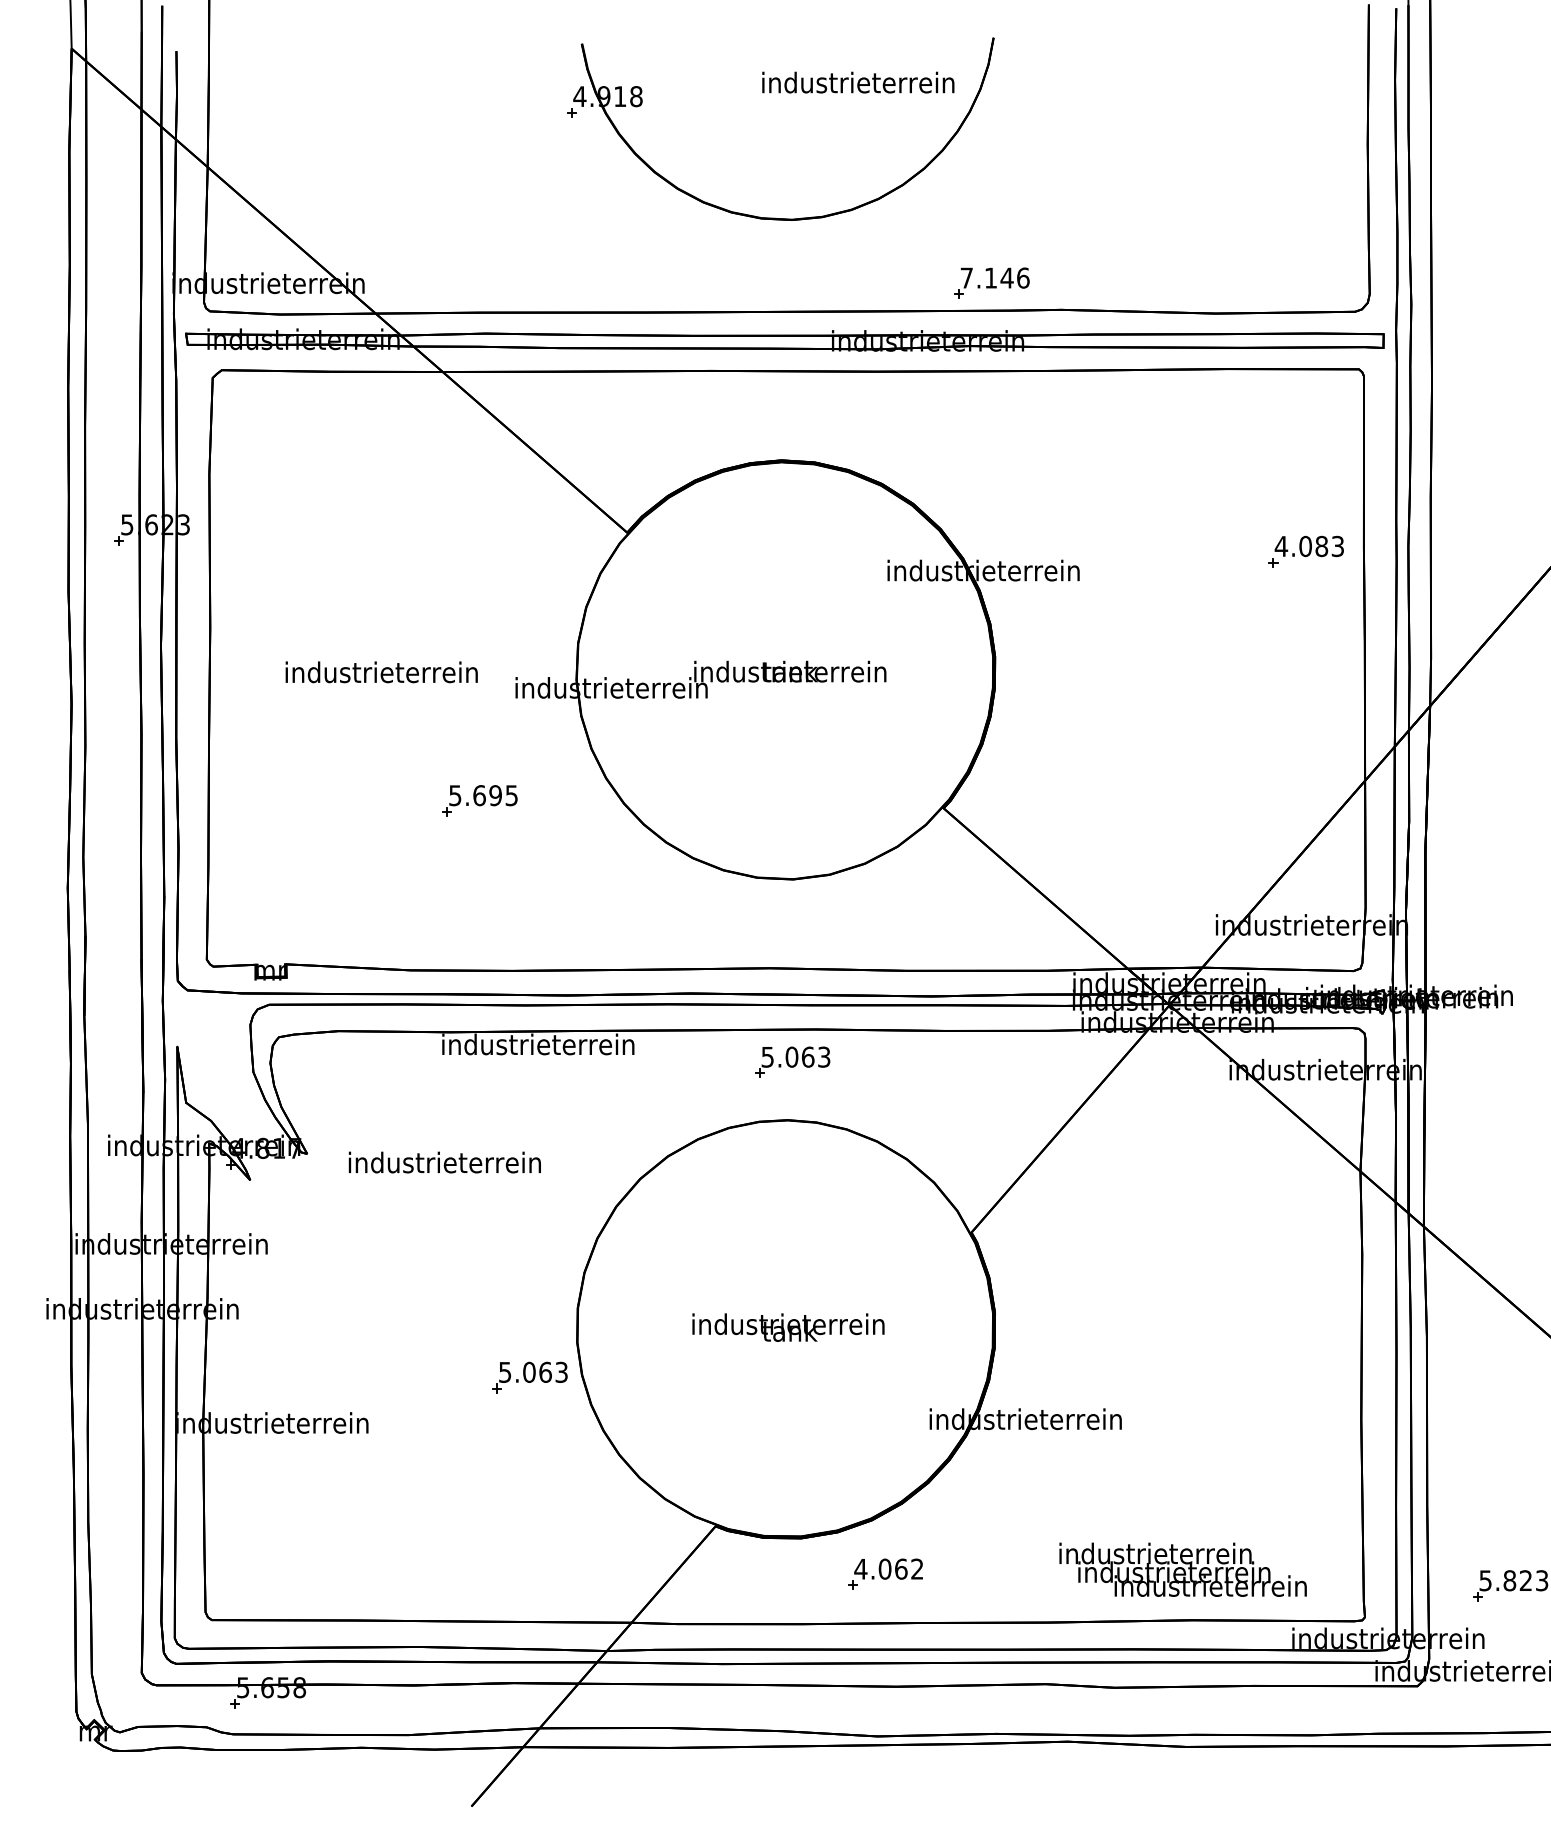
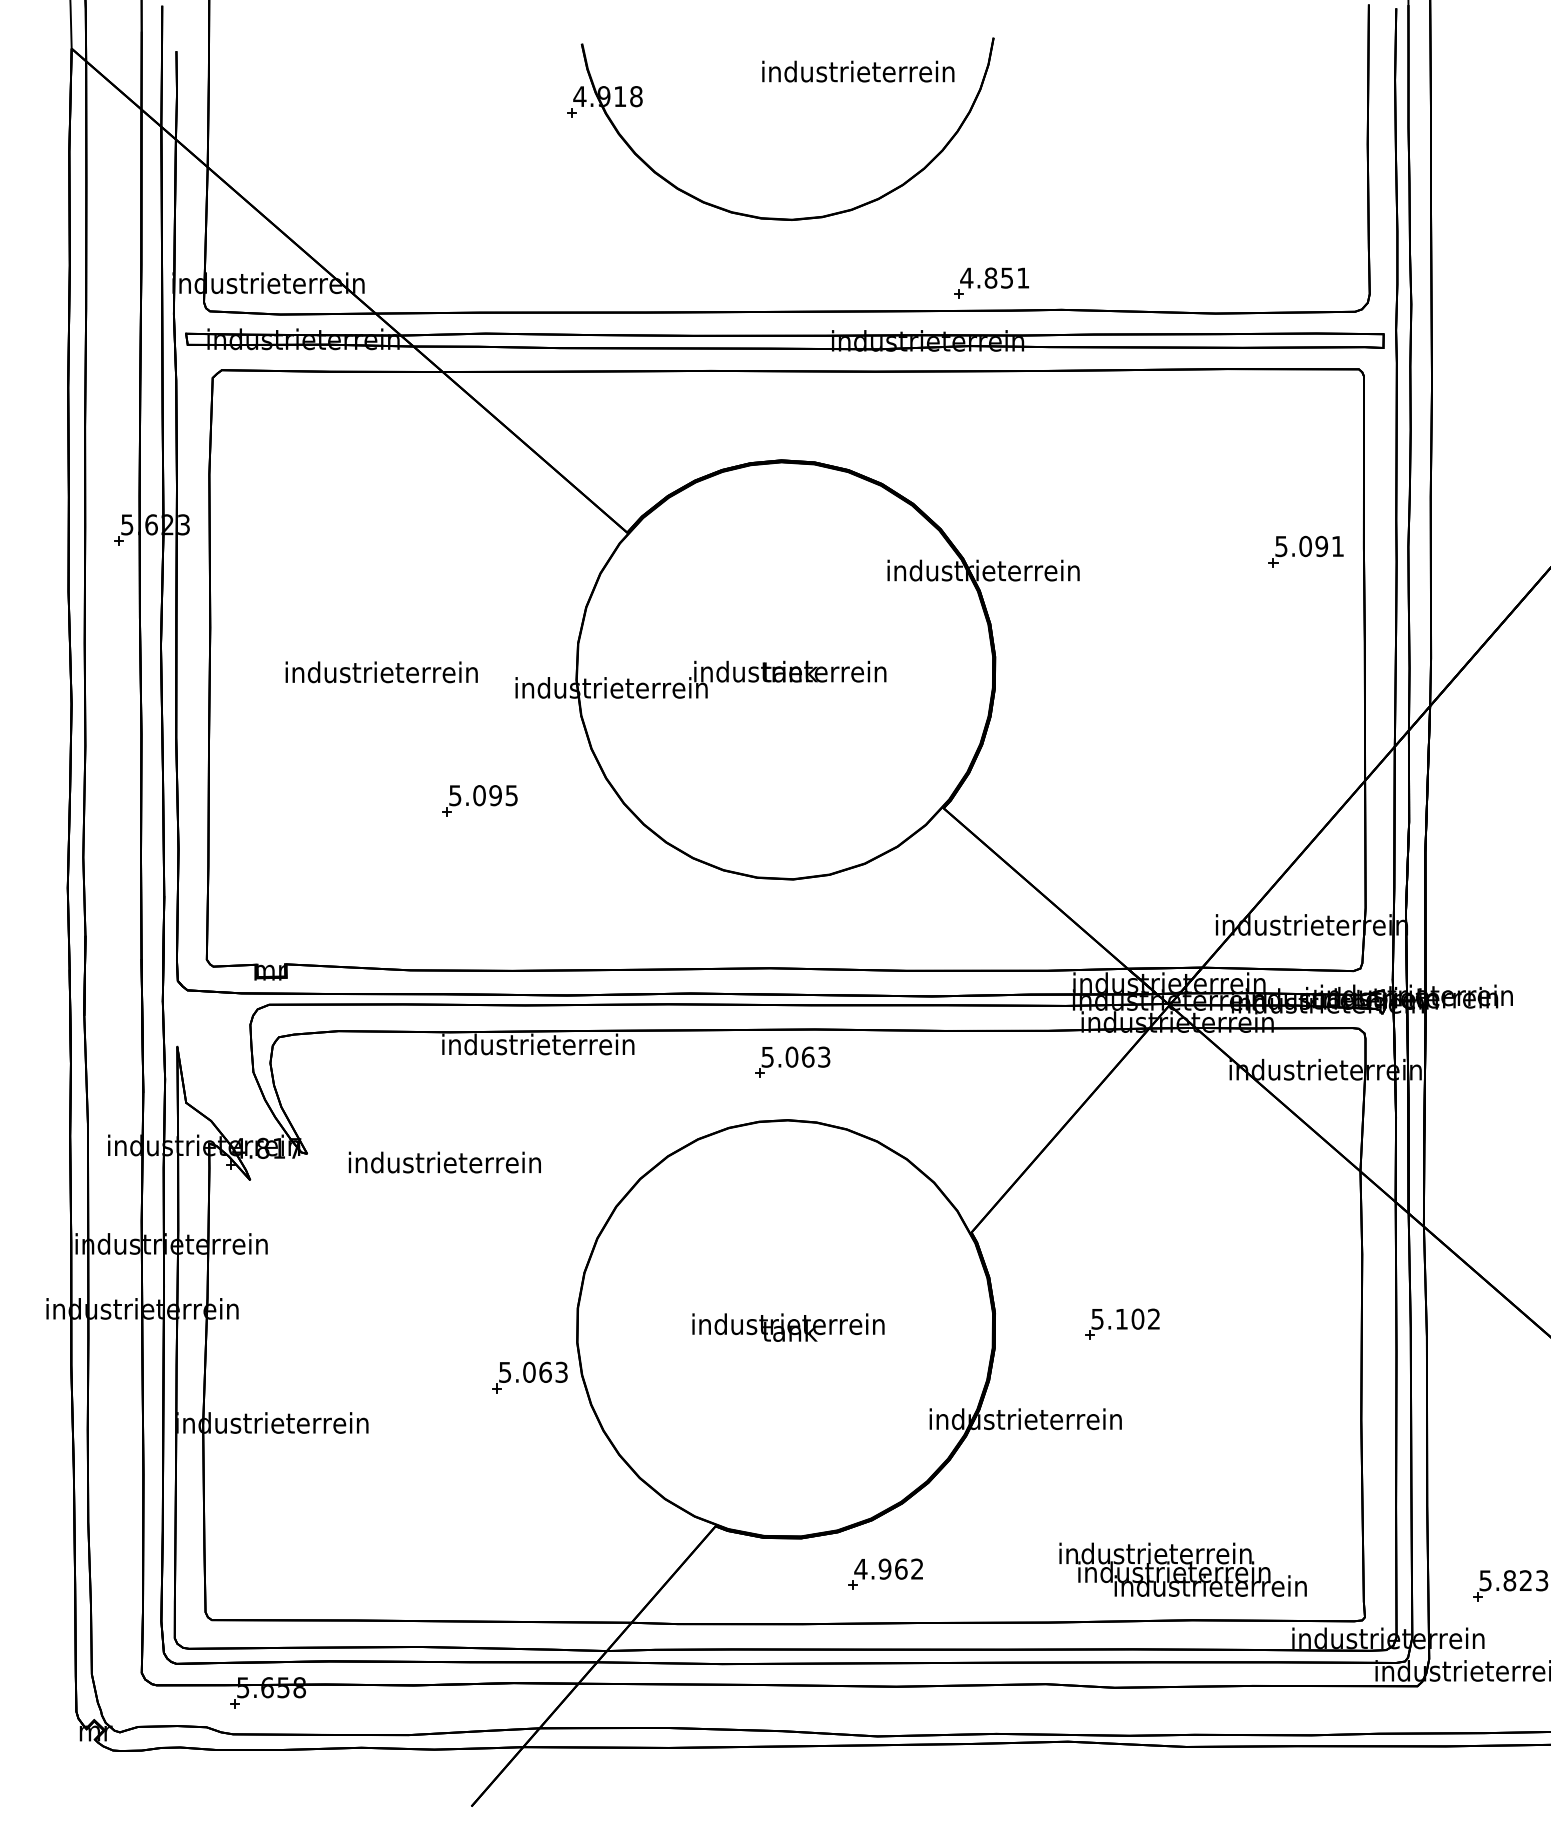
text at (858, 82) position: (858, 82) -> (858, 71)
text at (994, 277): 7.146 -> 4.851
text at (1308, 546): 4.083 -> 5.091
text at (479, 795): 5.695 -> 5.095
part at (1122, 1323): none -> present
text at (884, 1568): 4.062 -> 4.962
